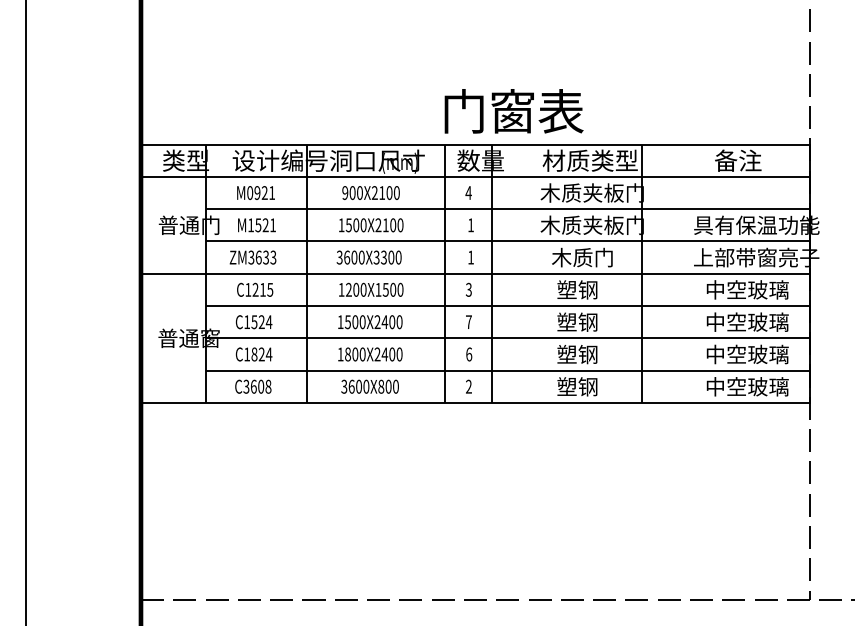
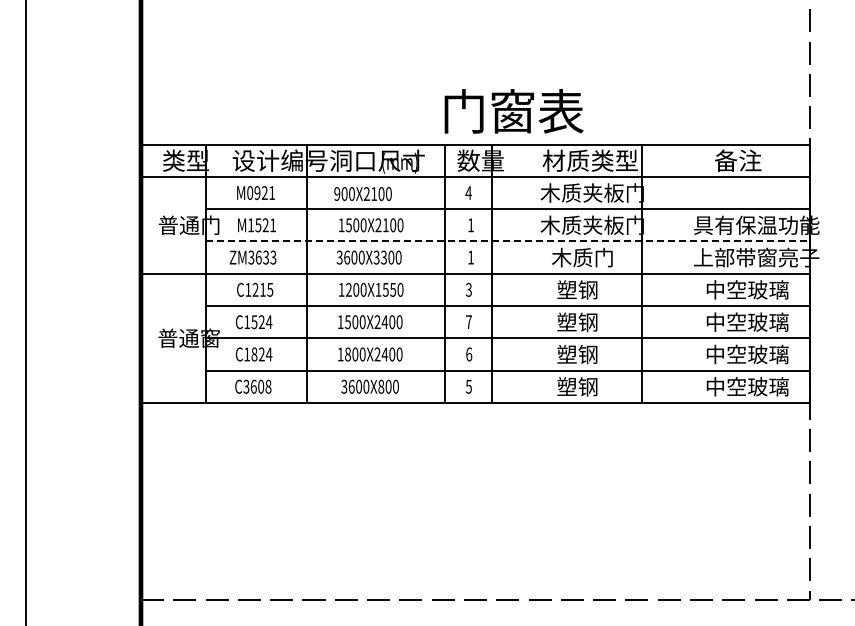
text at (370, 192) position: (370, 192) -> (362, 193)
line at (508, 241): solid -> dashed
text at (393, 289): 1200X1500 -> 1200X1550
text at (468, 386): 2 -> 5
